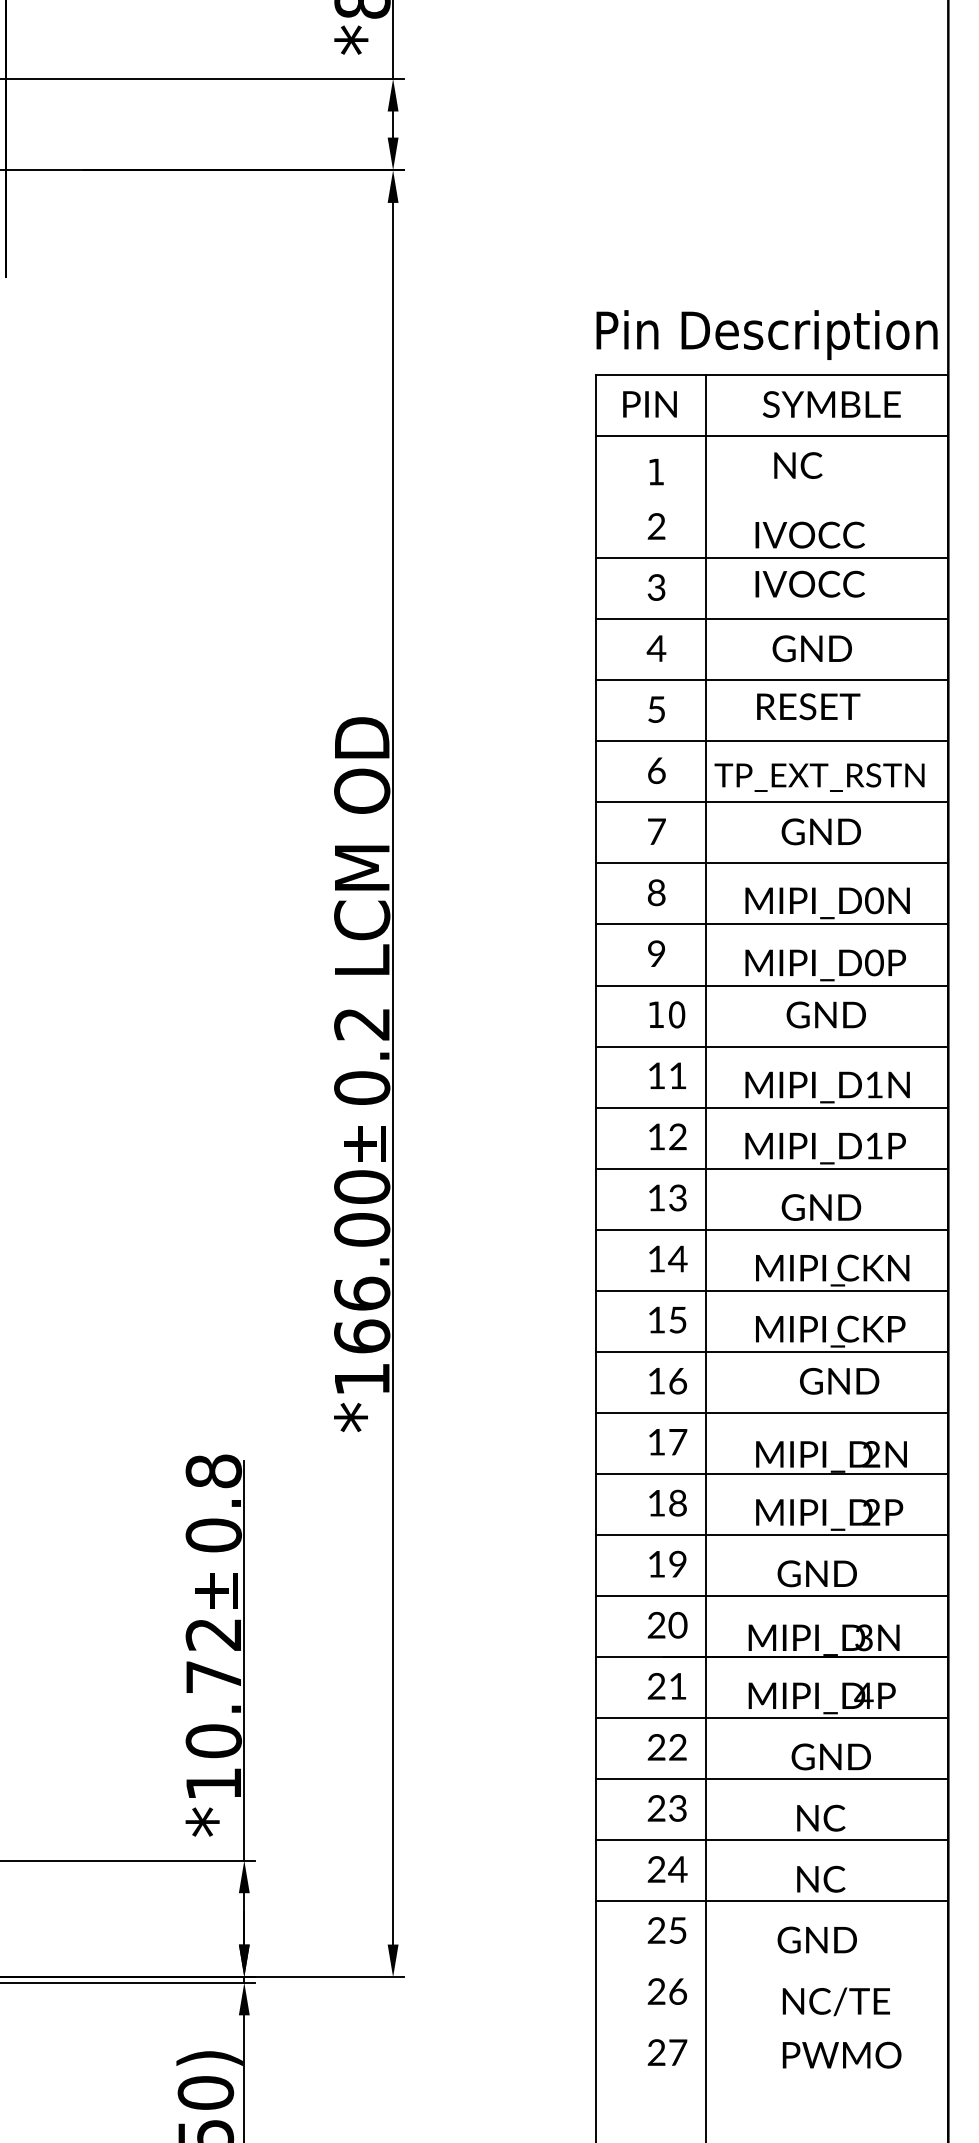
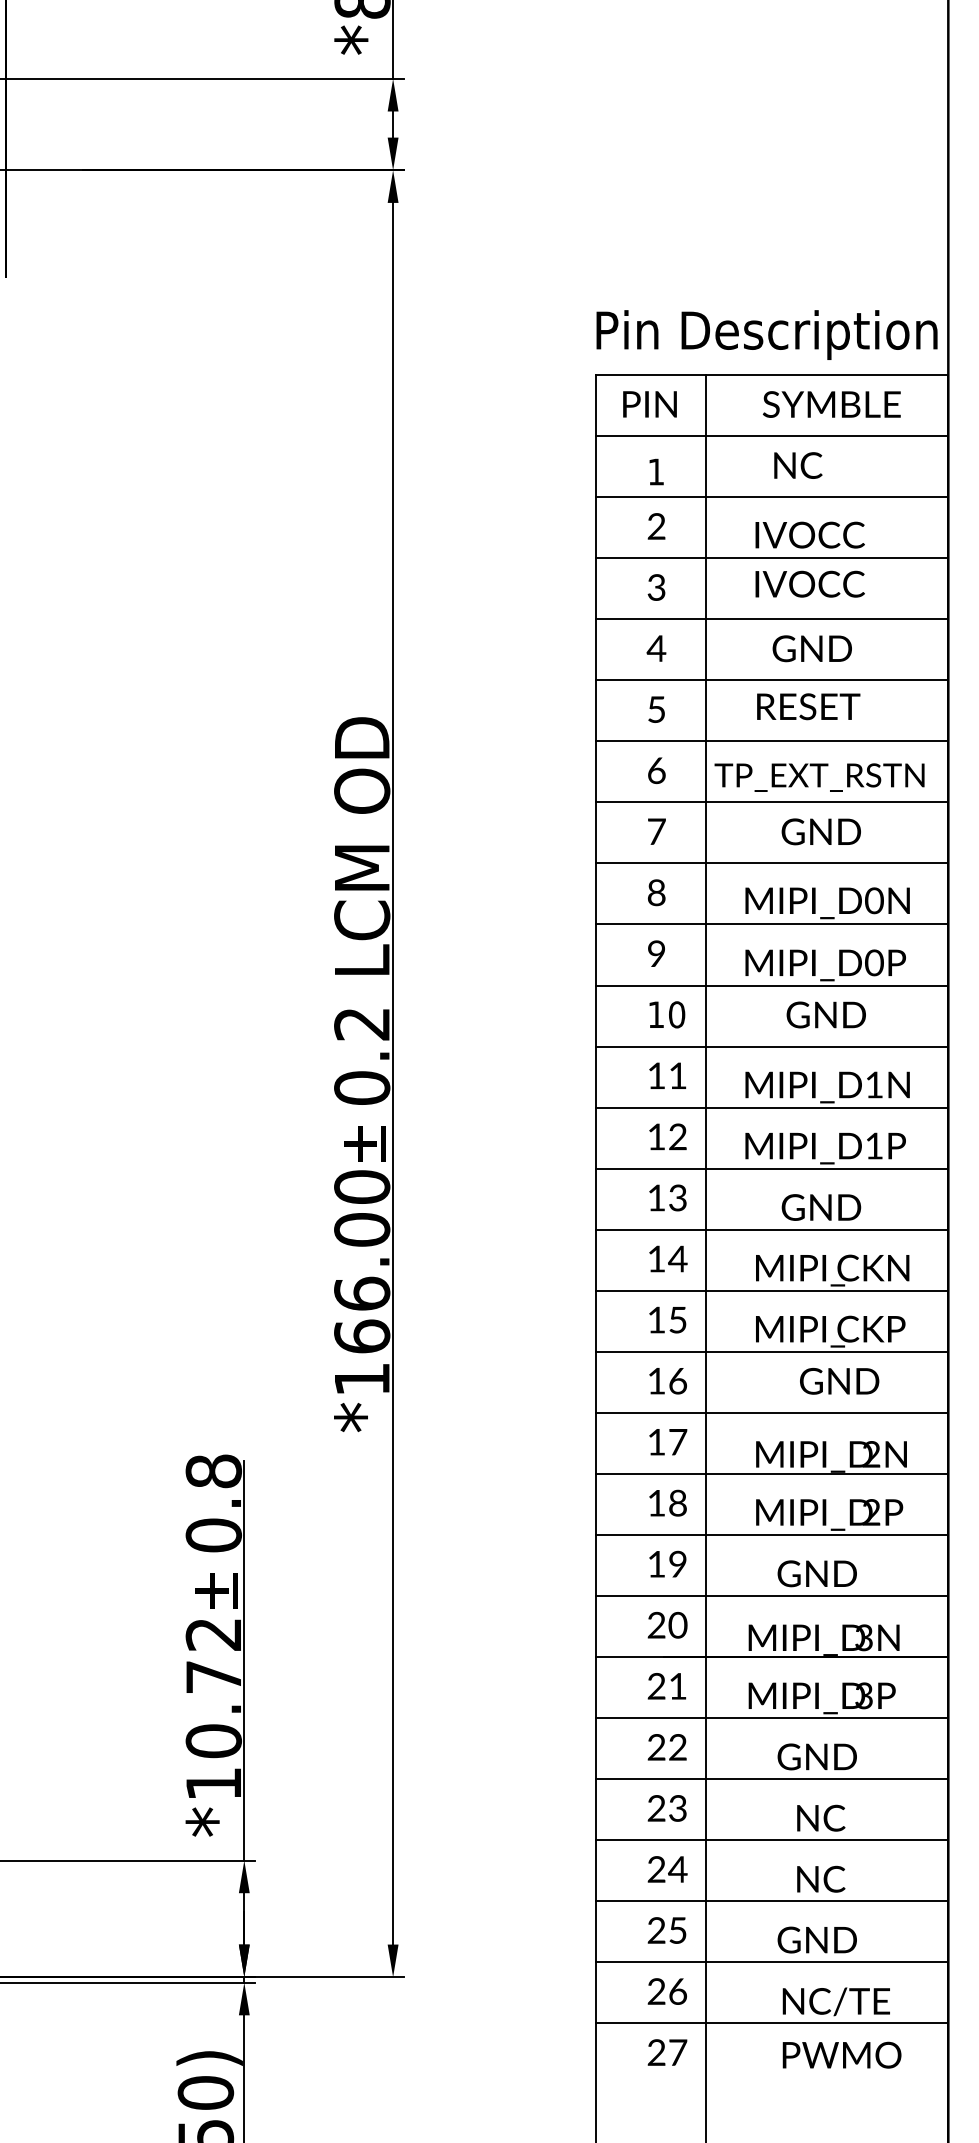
line at (772, 497): none -> present
text at (863, 1695): 4P -> 3P
text at (830, 1756) position: (830, 1756) -> (816, 1756)
line at (772, 1962): none -> present
line at (772, 2023): none -> present
